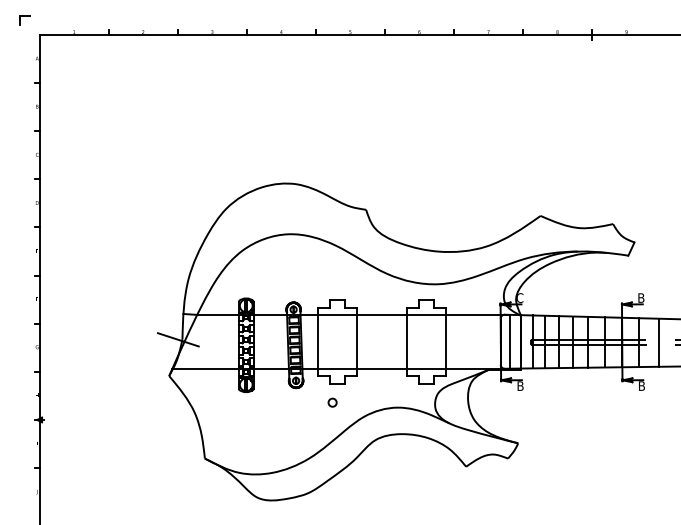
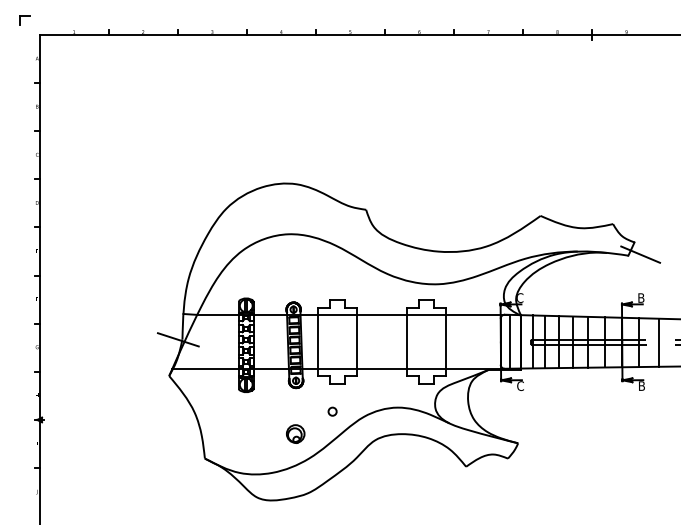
line at (640, 254): none -> present
text at (520, 386): B -> C
circle at (332, 402) position: (332, 402) -> (332, 411)
part at (295, 433): none -> present
